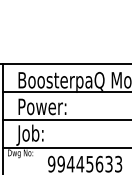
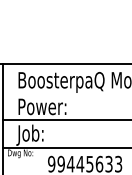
line at (65, 91): present -> none
